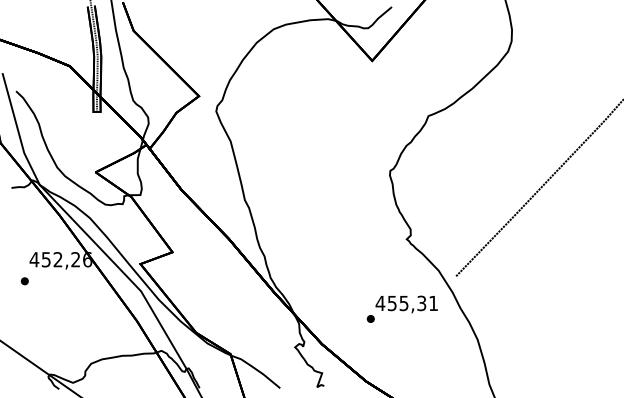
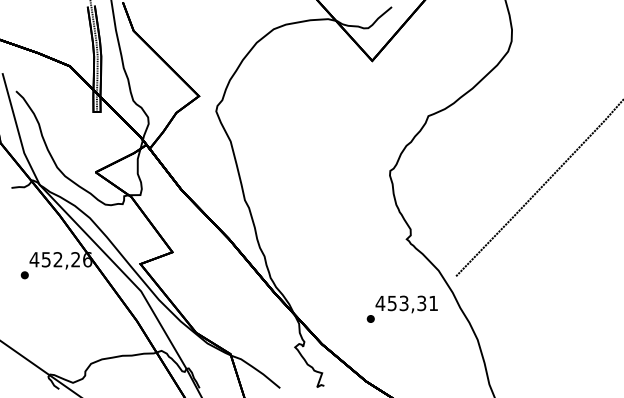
part at (24, 281) position: (24, 281) -> (24, 275)
text at (404, 302): 455,31 -> 453,31
